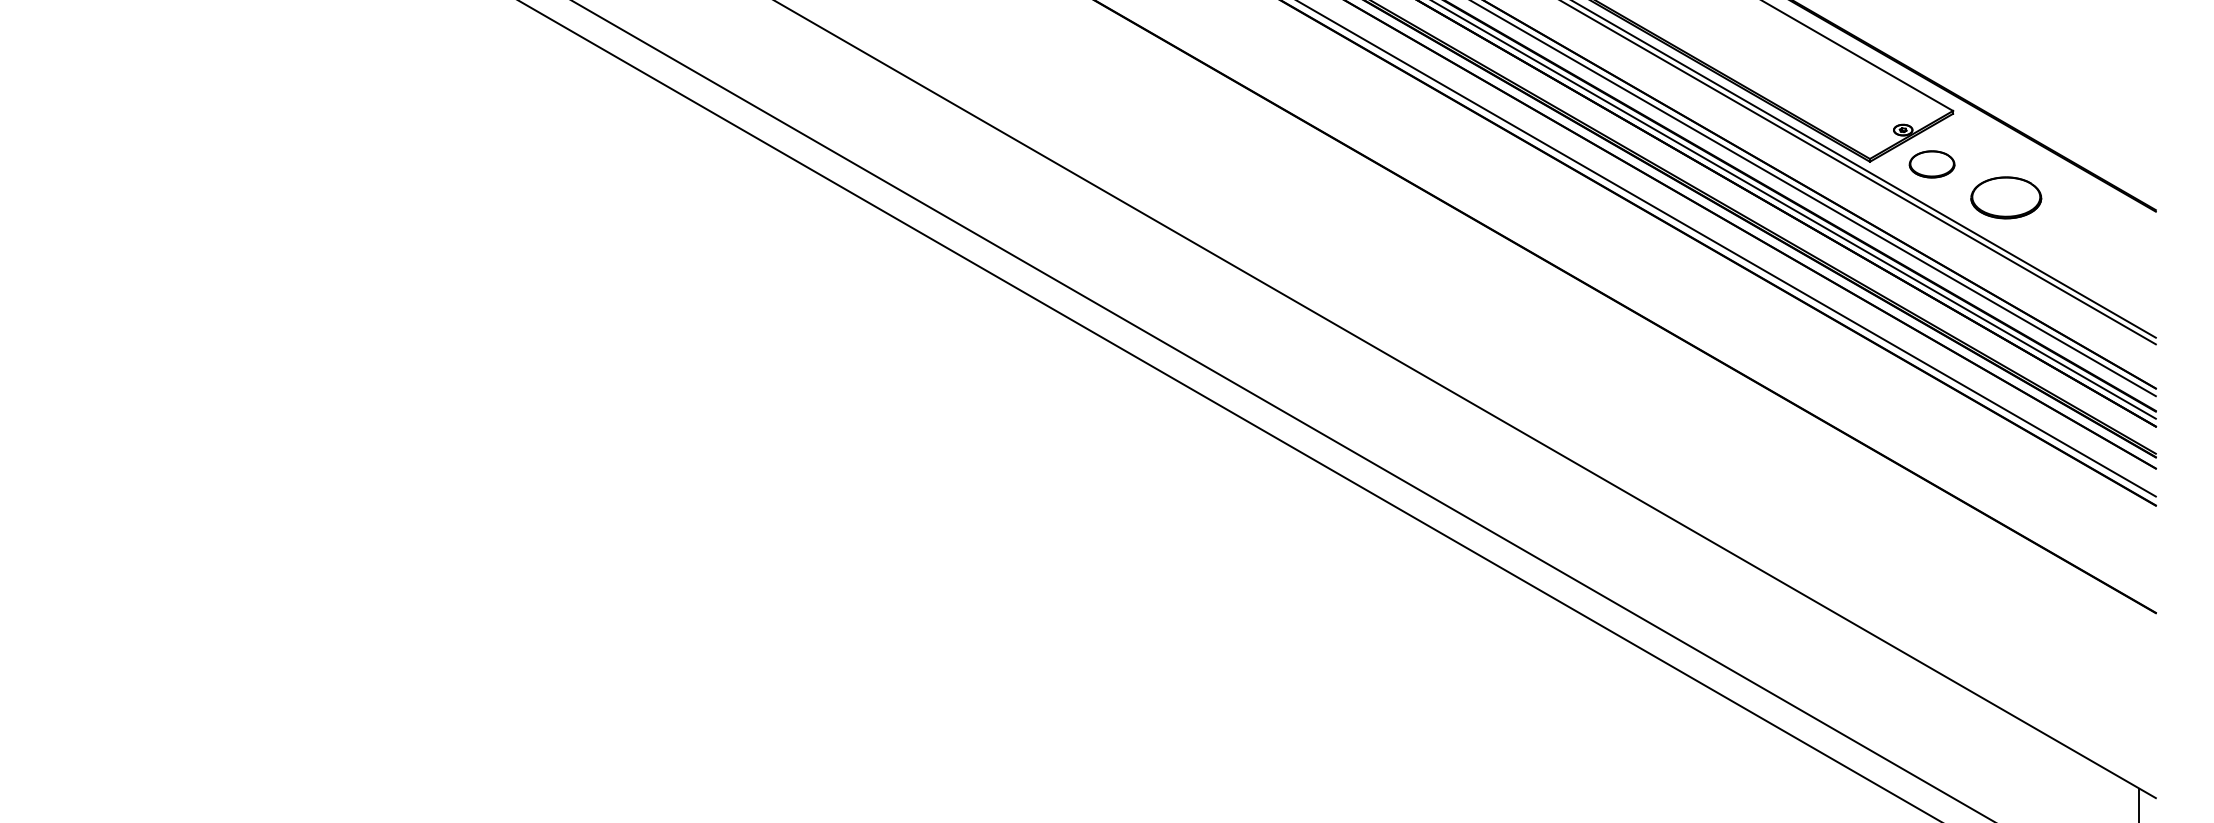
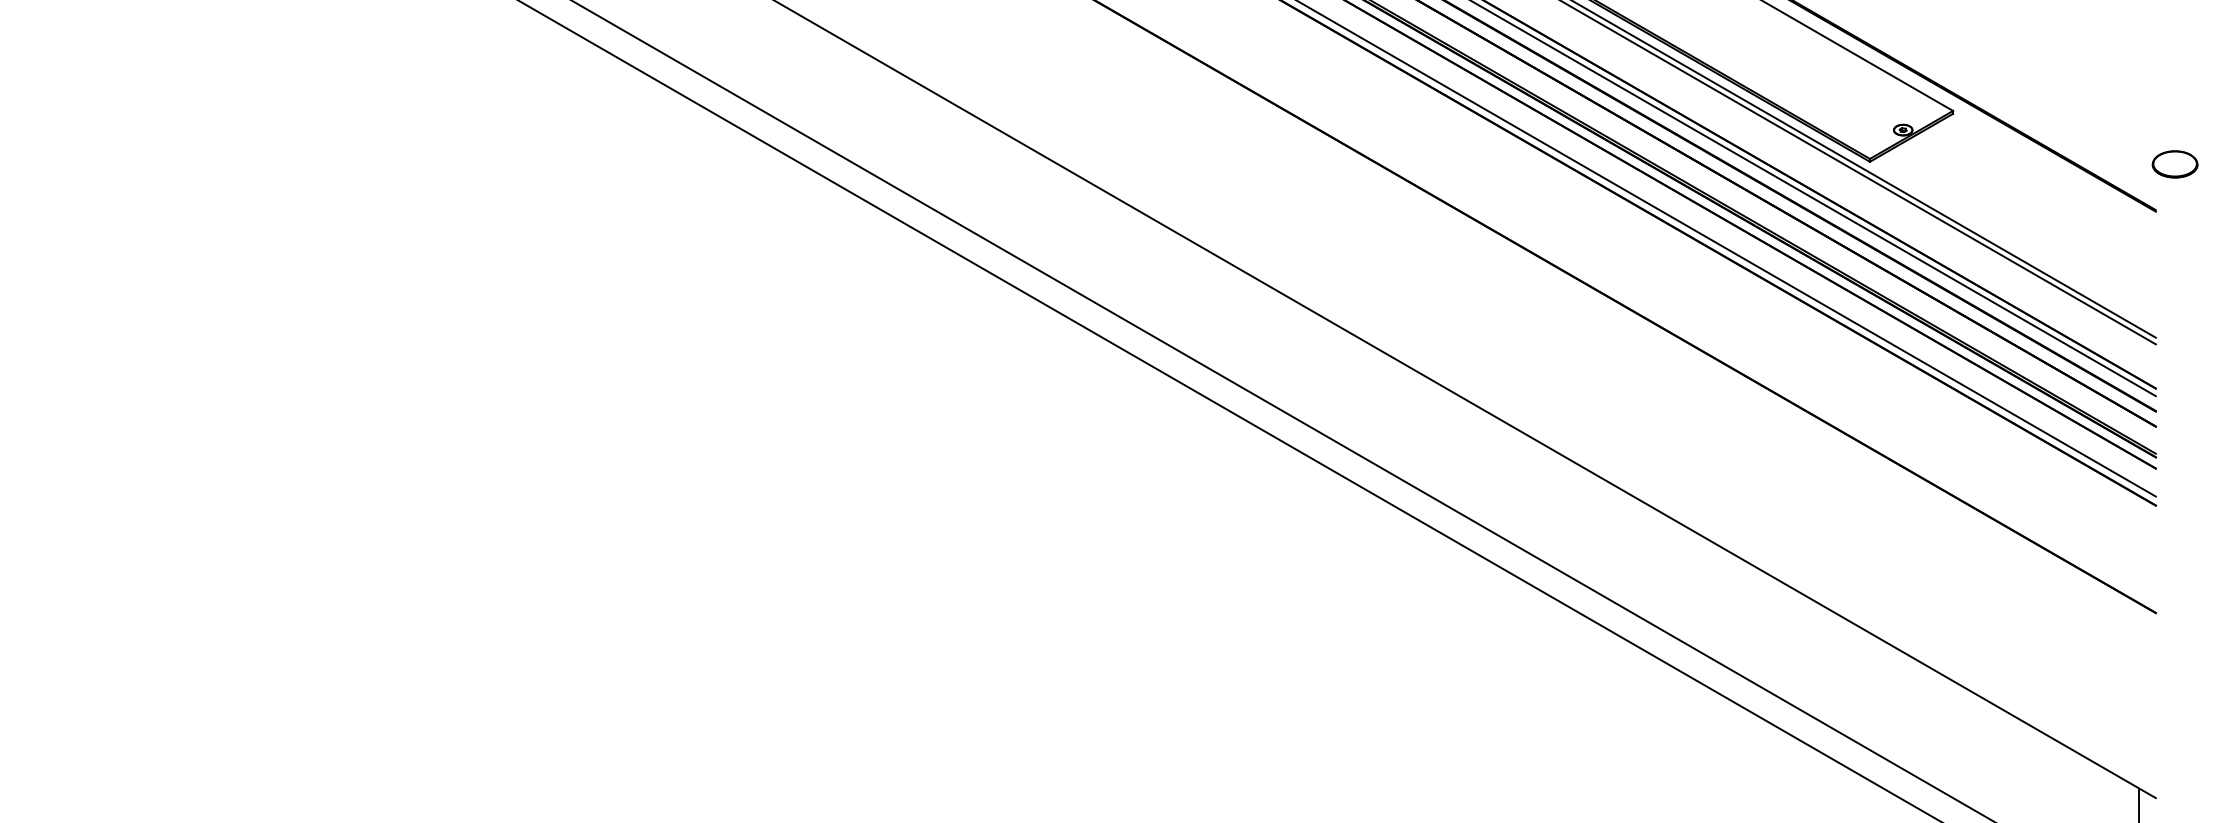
part at (1931, 164) position: (1931, 164) -> (2174, 164)
part at (2006, 197): present -> none
line at (1794, 210): present -> none
